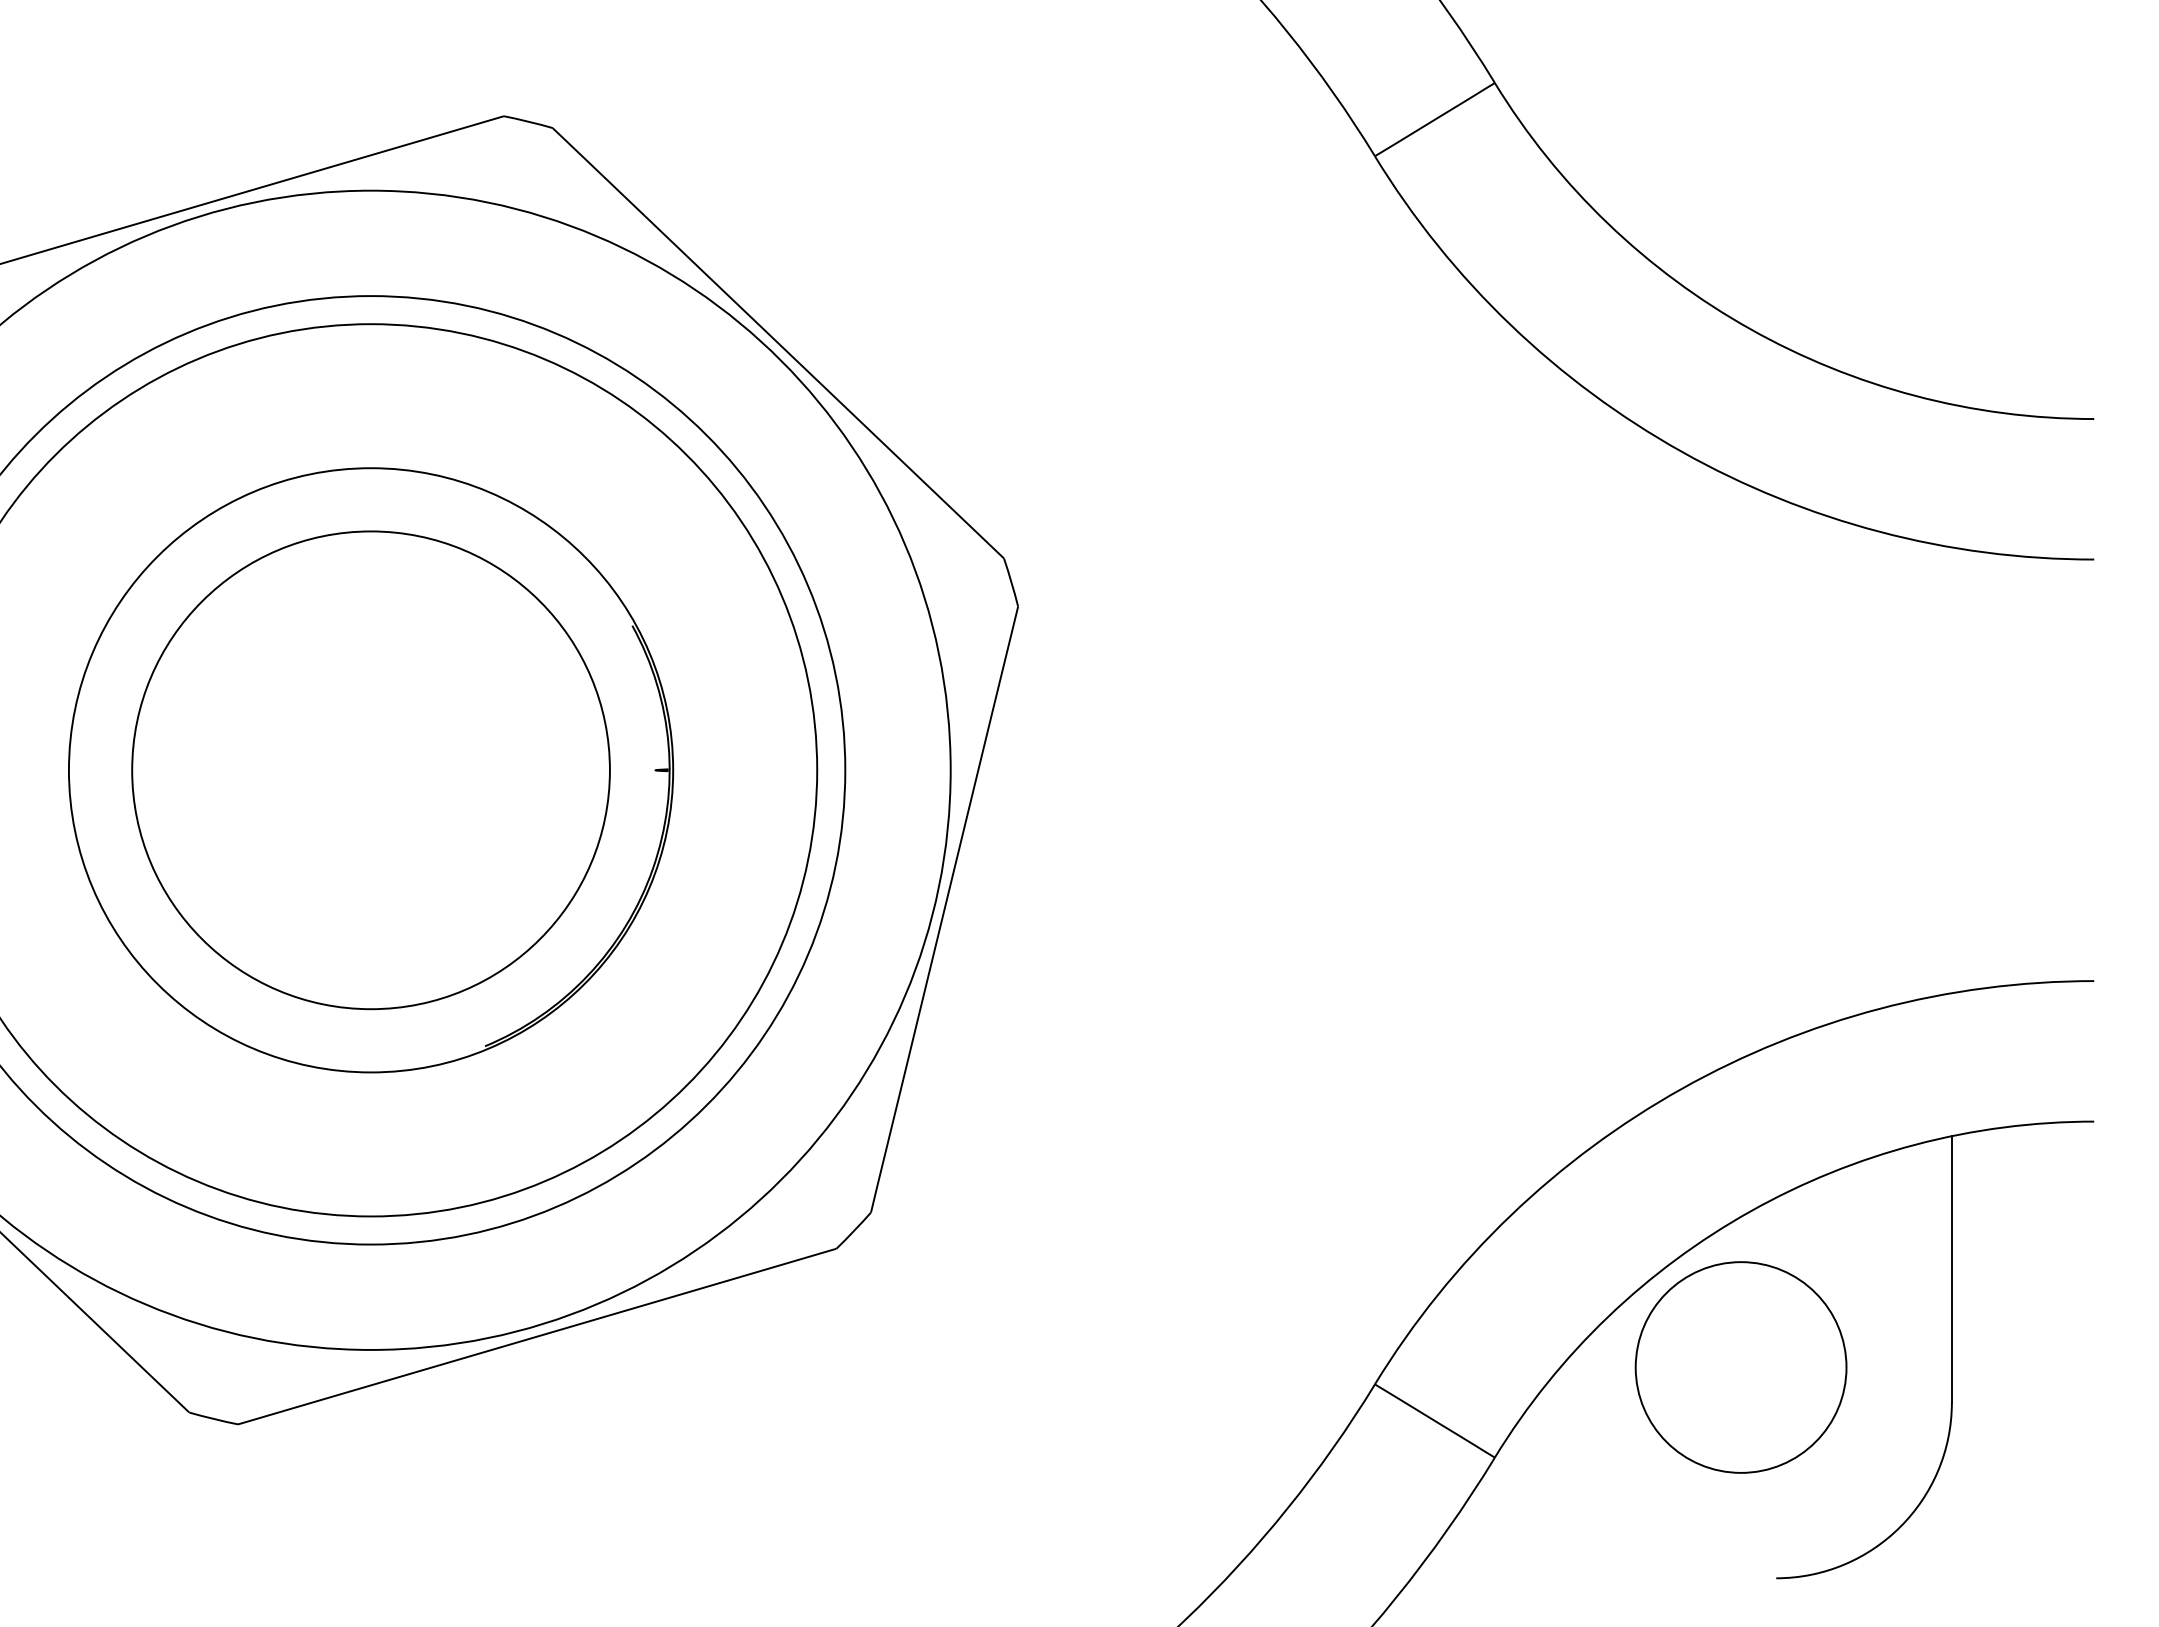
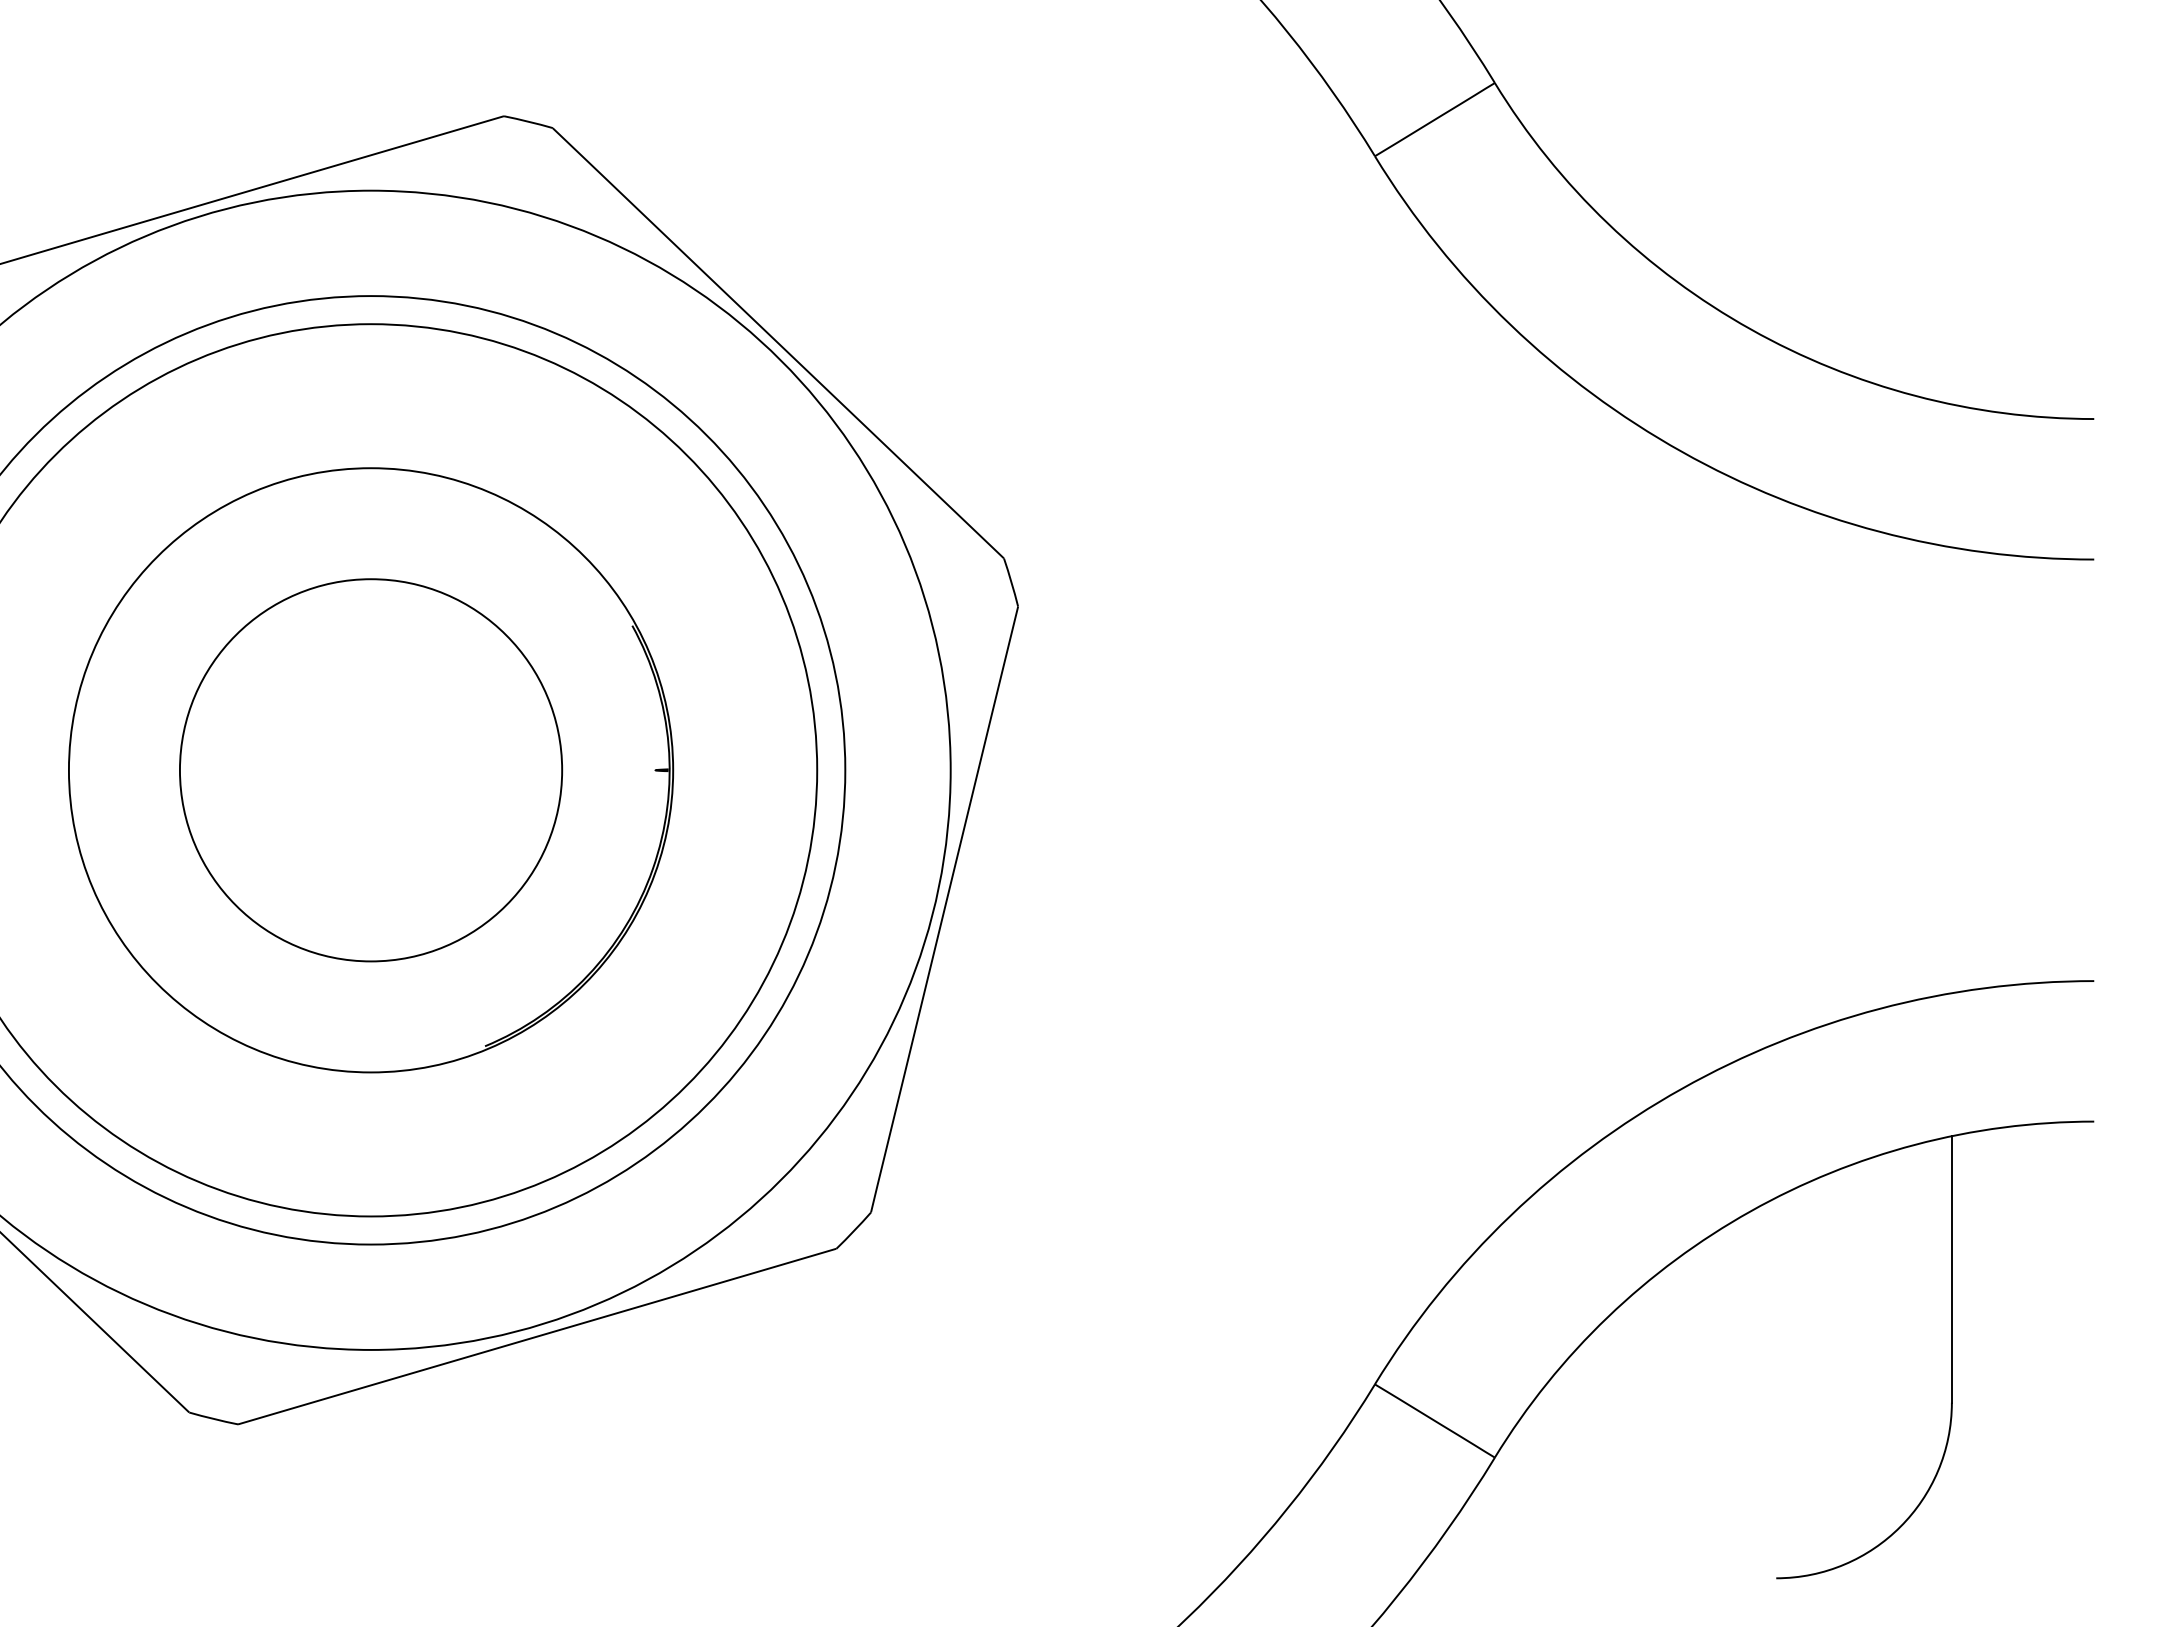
circle at (370, 770) diameter: 478 px -> 382 px
circle at (1740, 1367): present -> none
